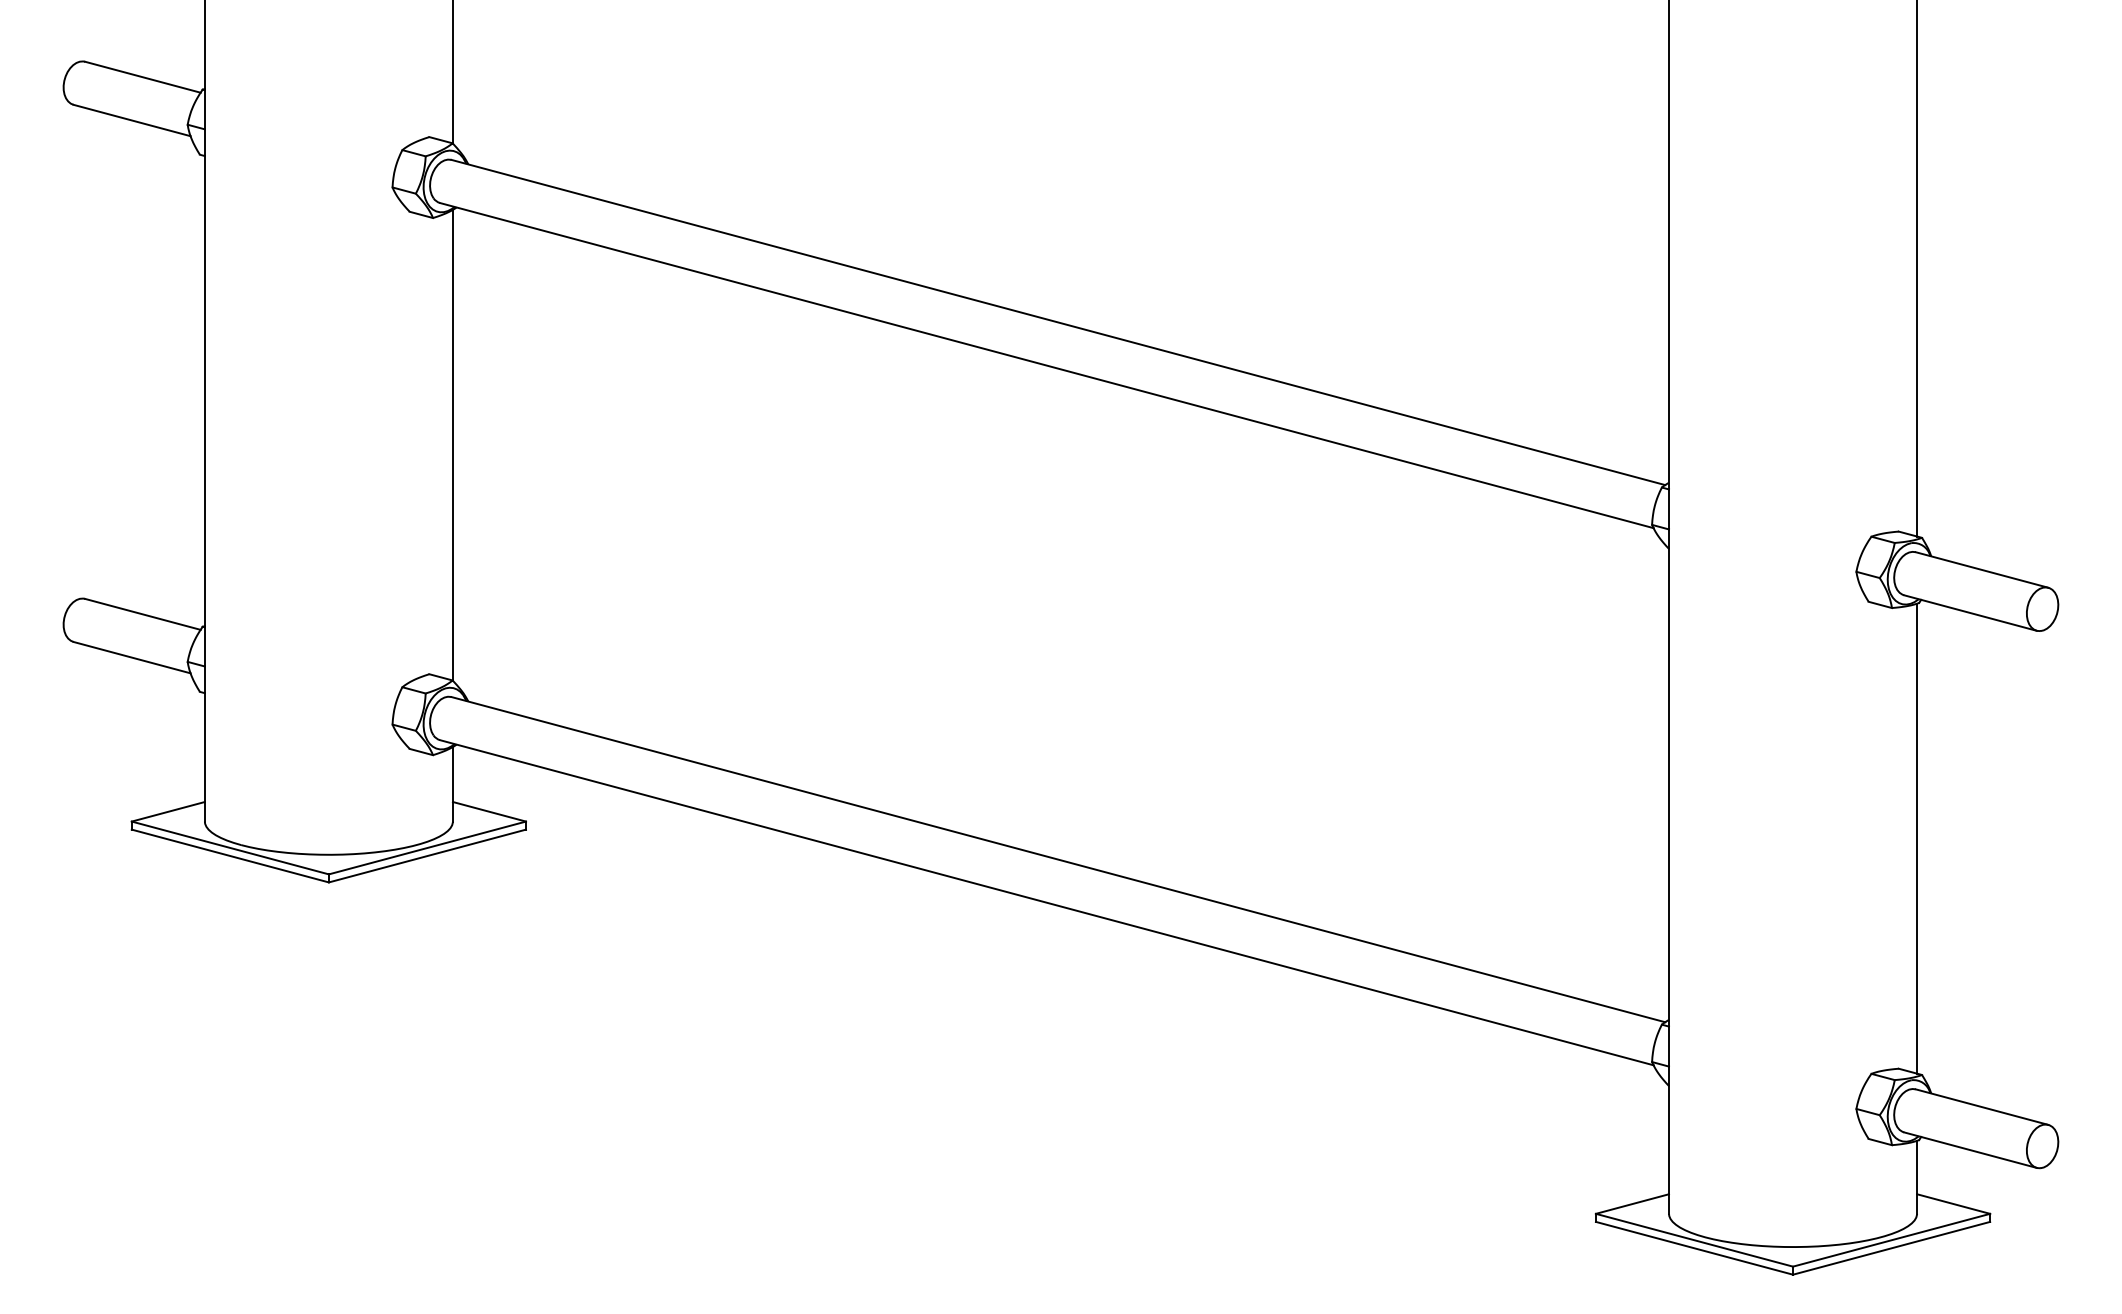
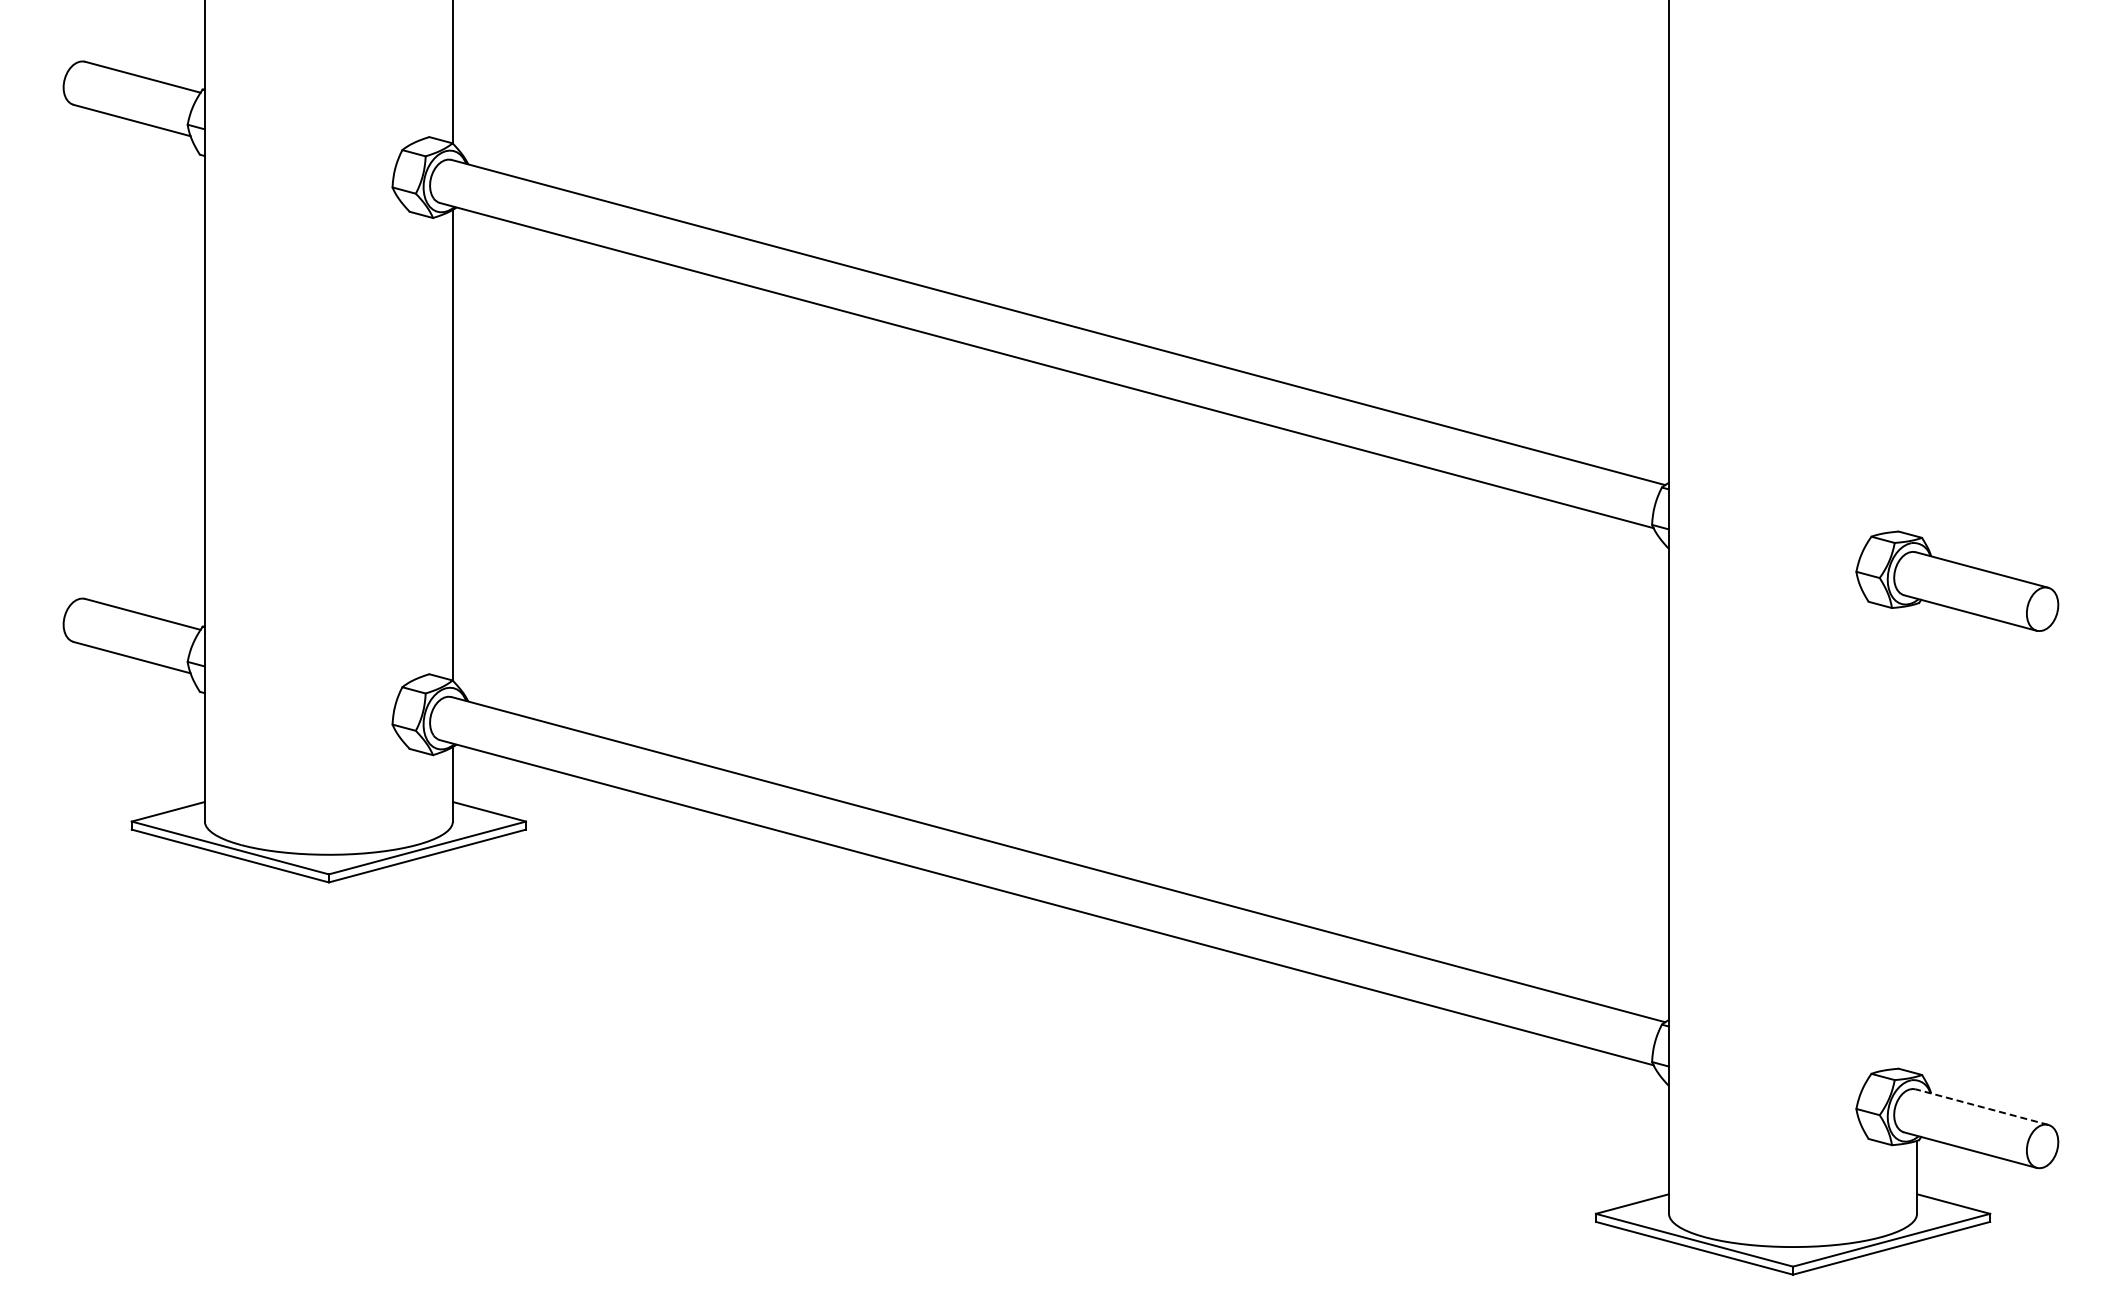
line at (1917, 269): present -> none
line at (1917, 838): present -> none
line at (1982, 1107): solid -> dashed
